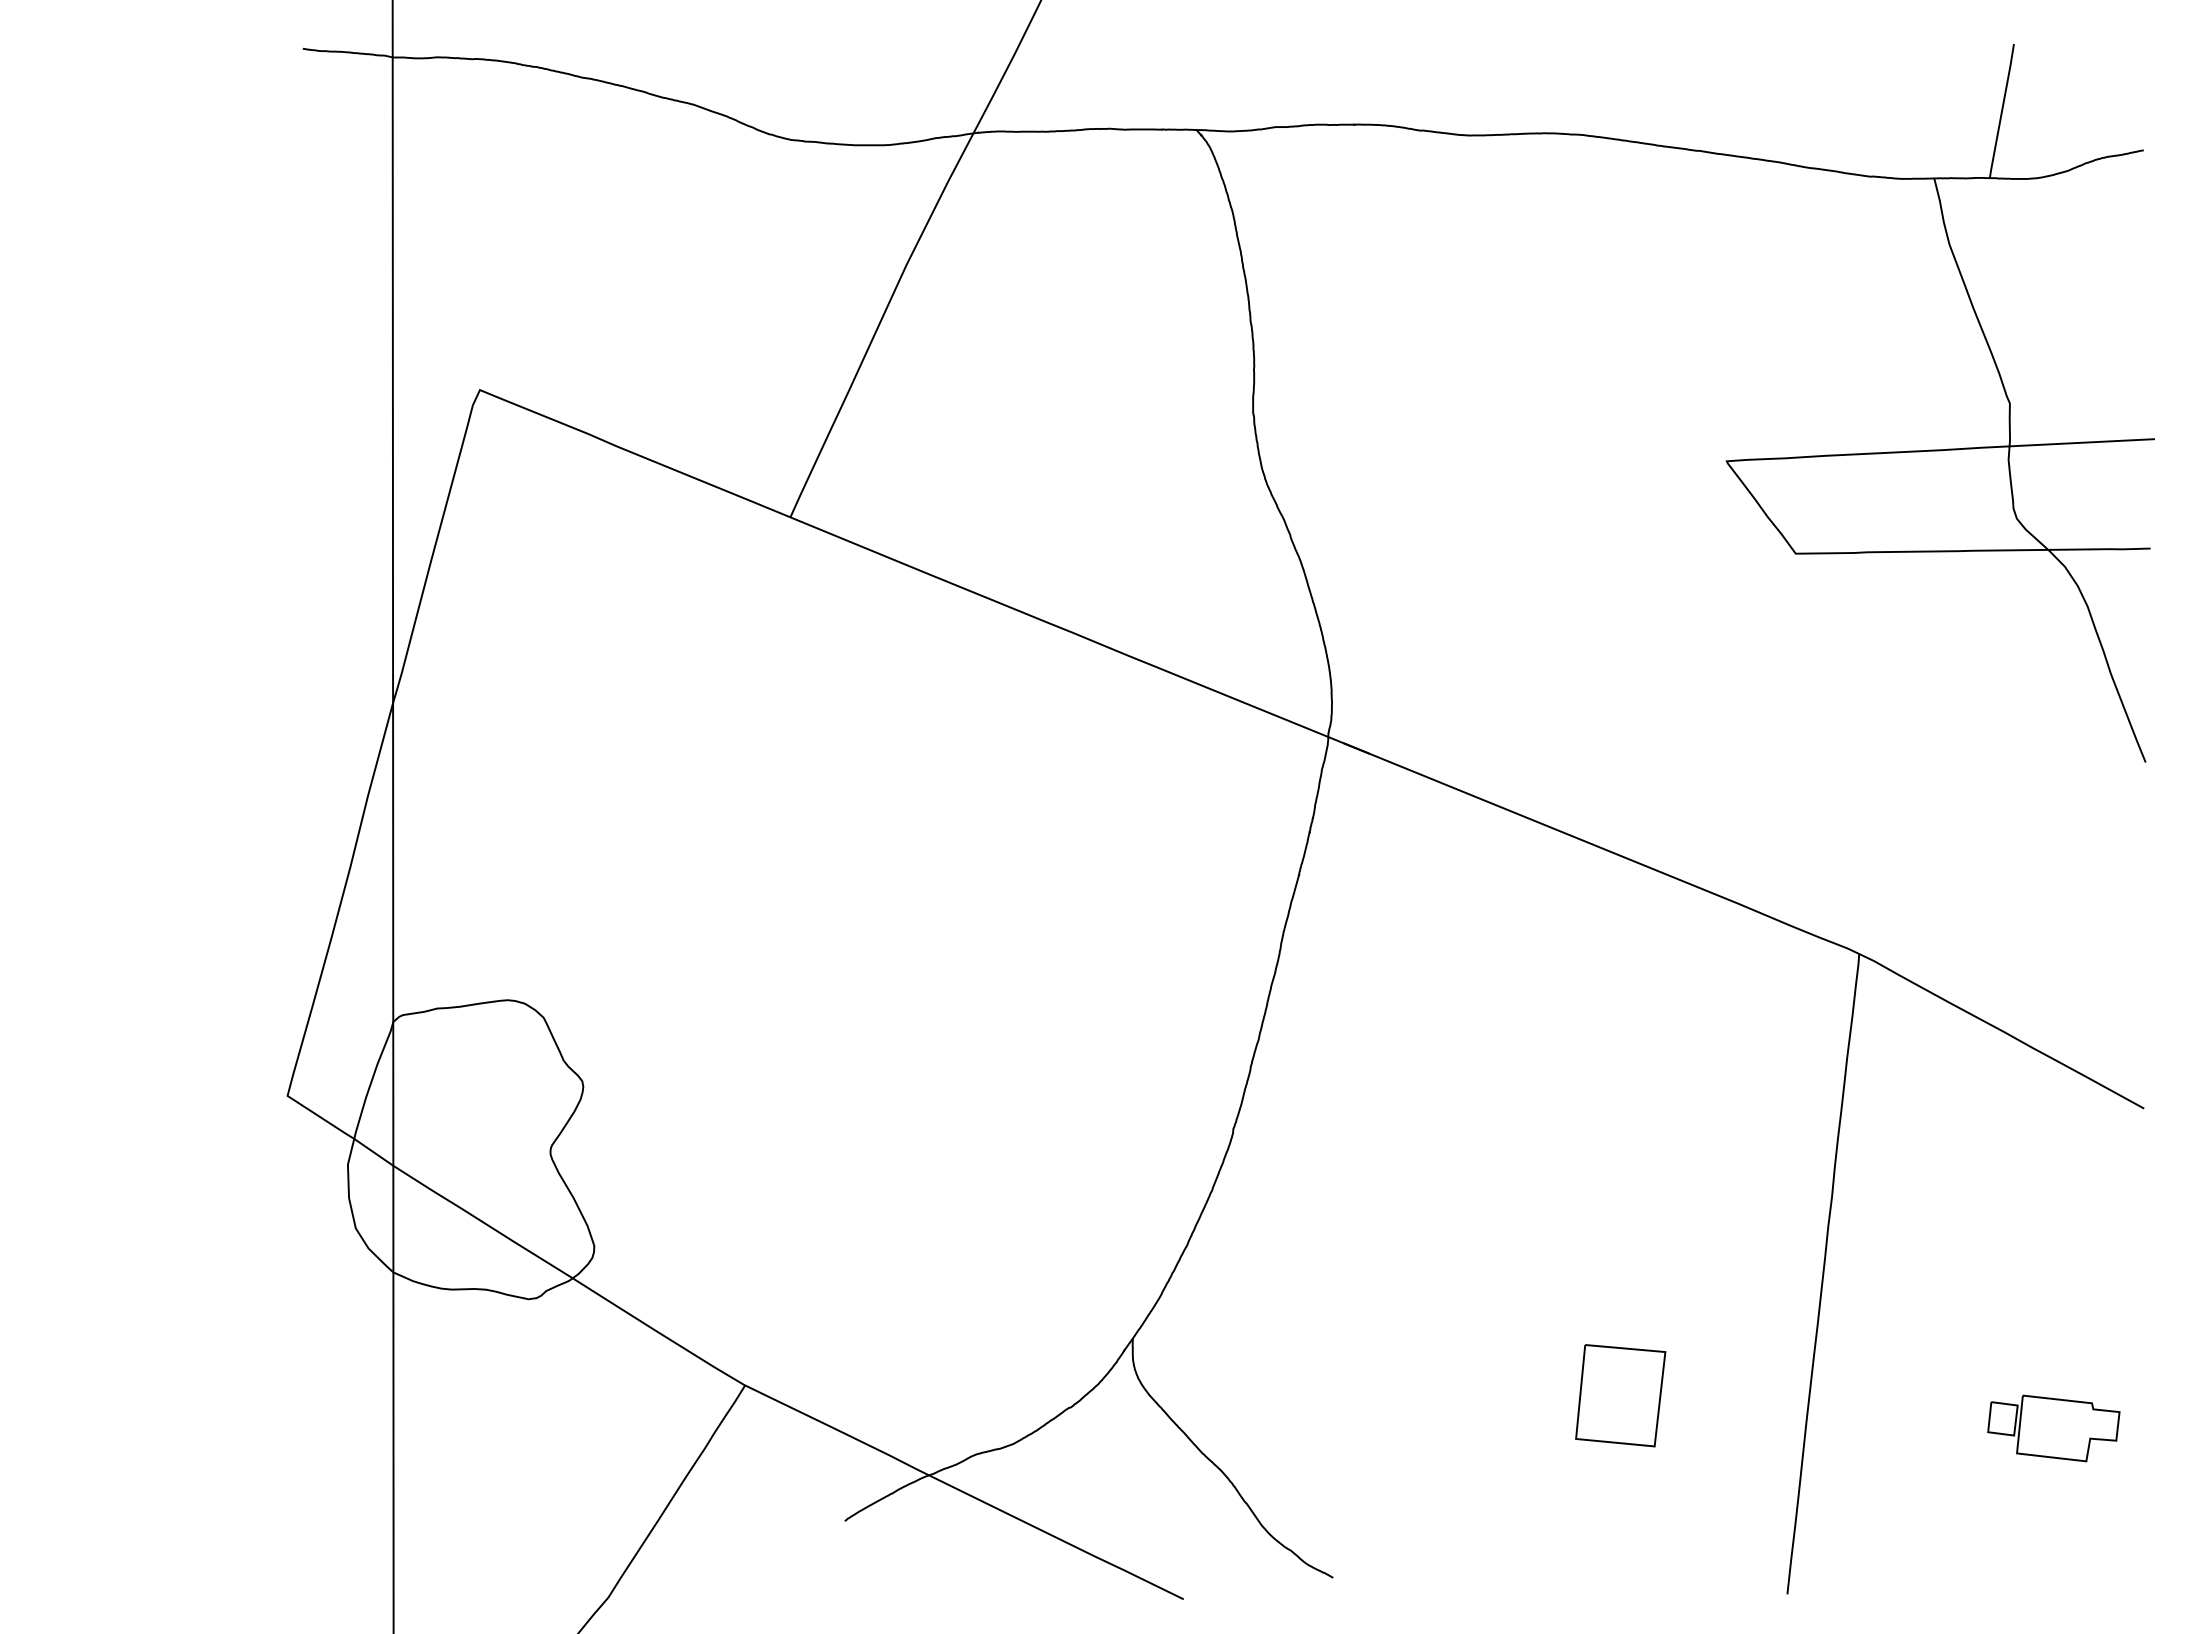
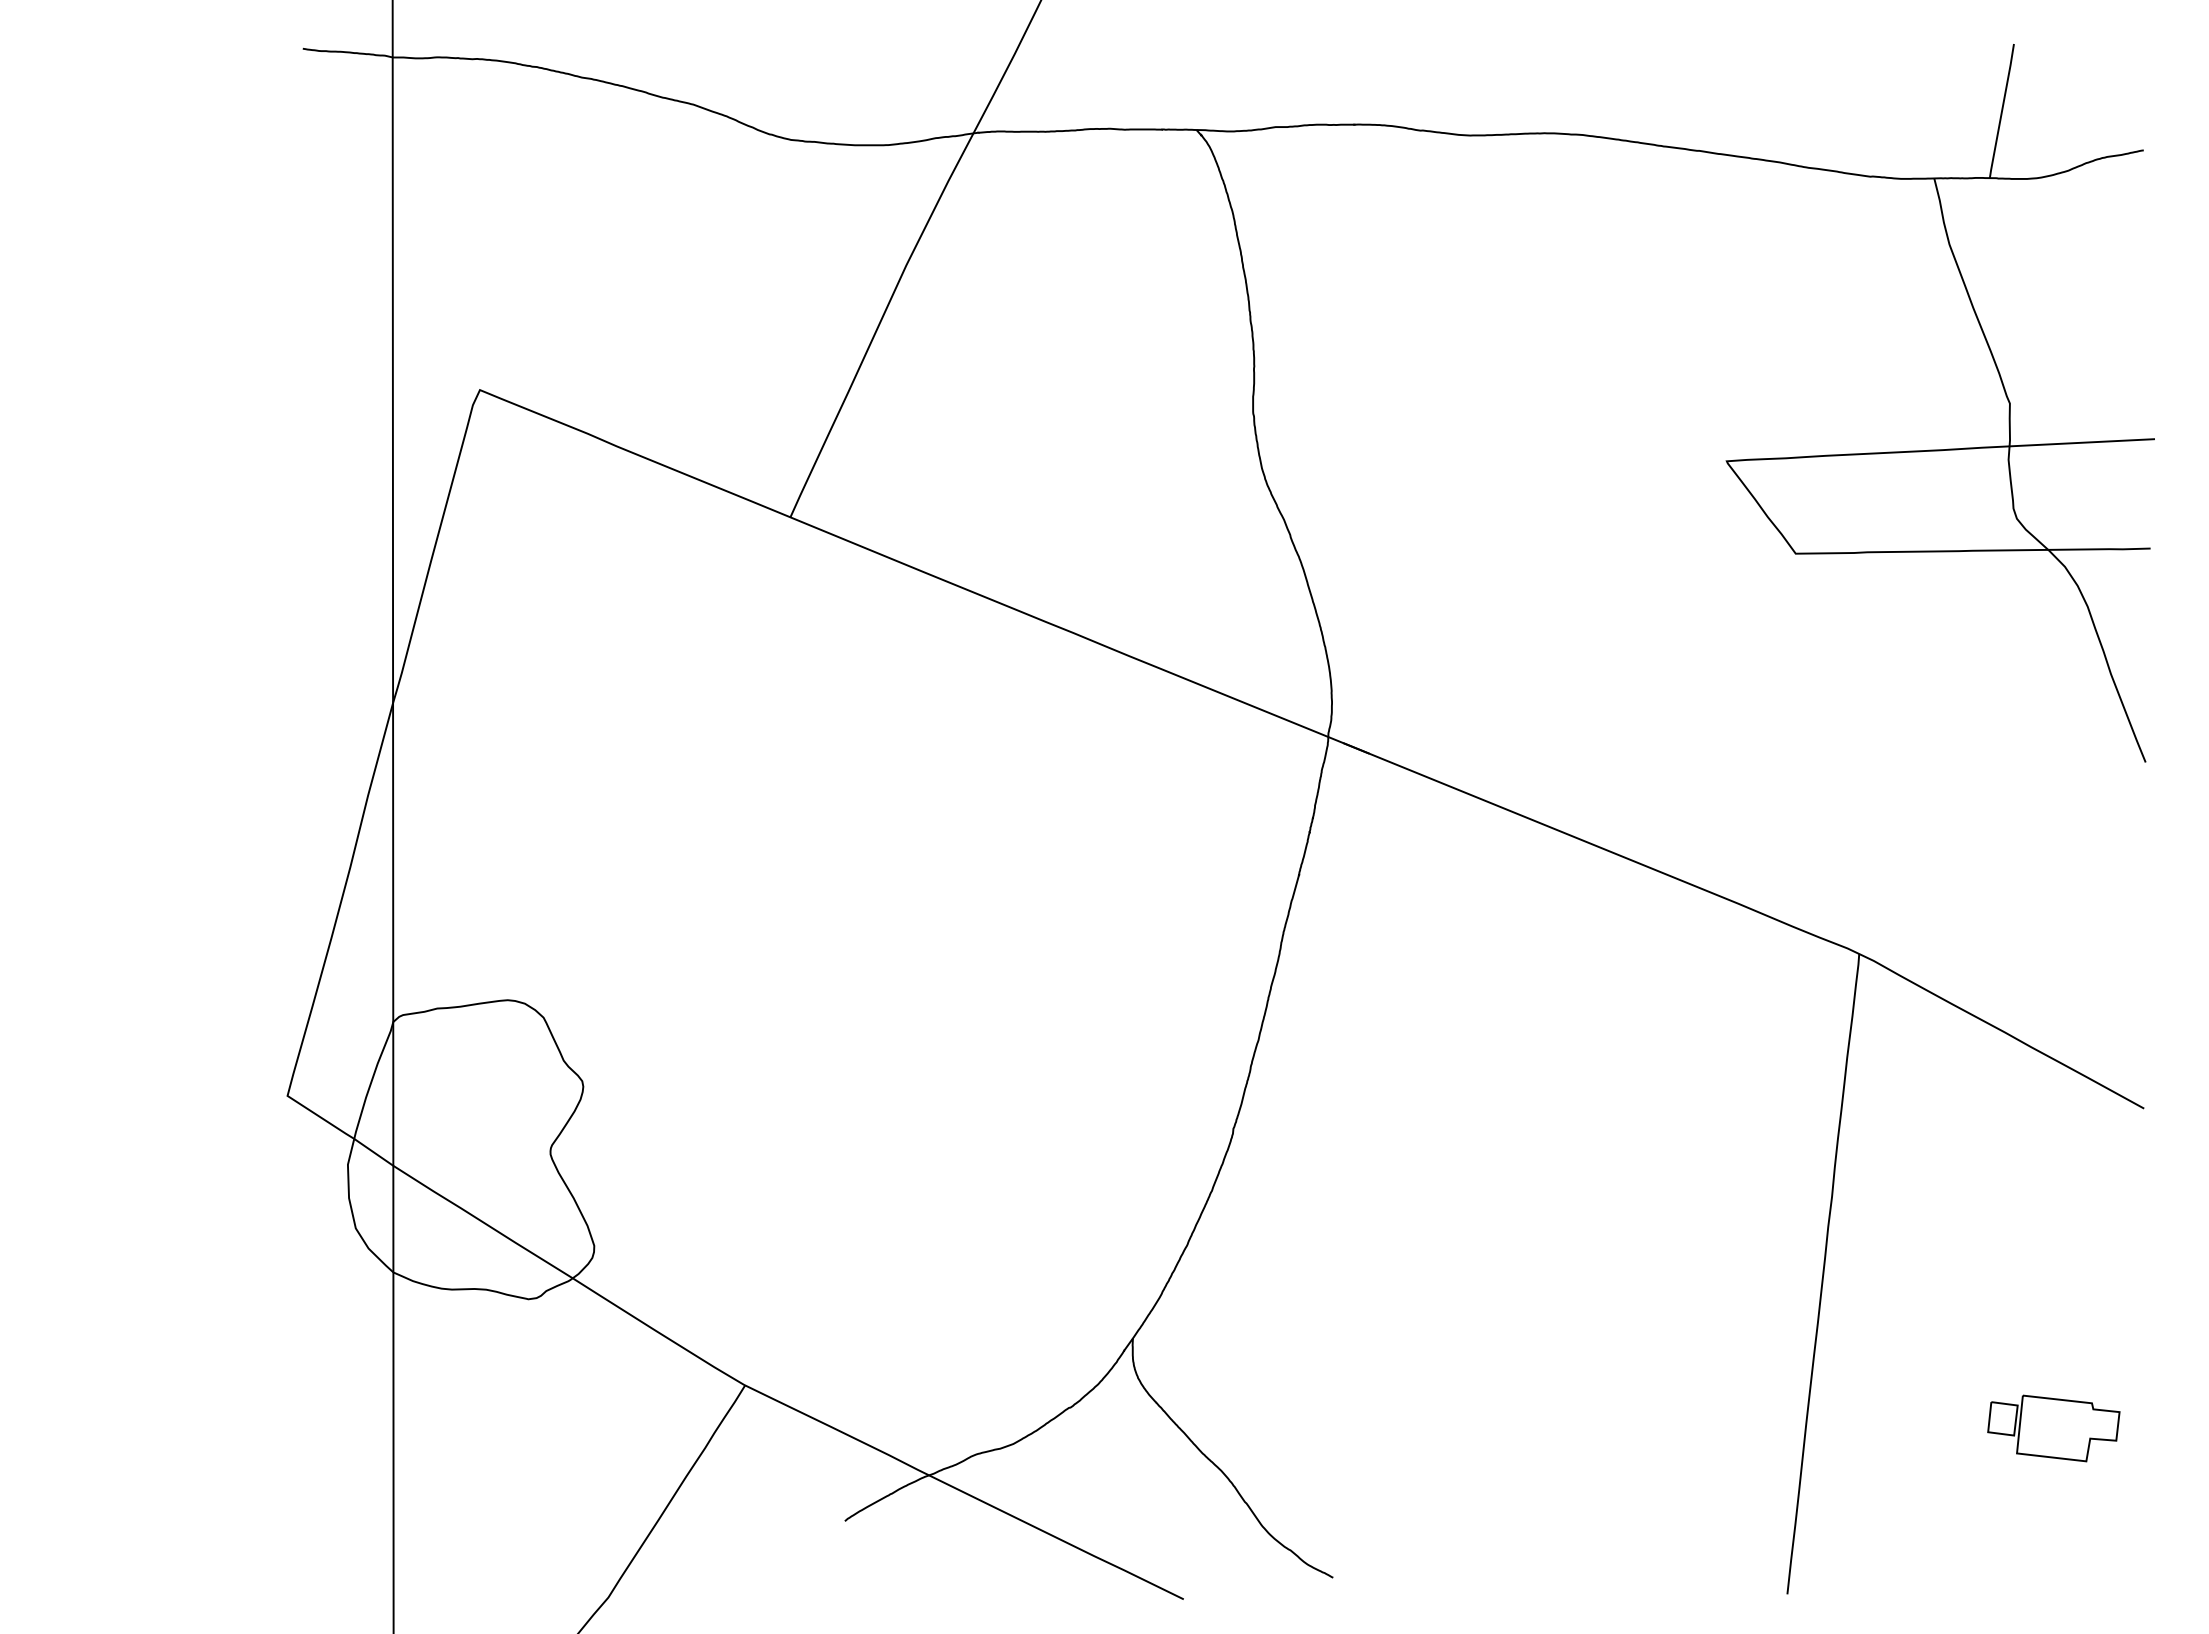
part at (1620, 1395): present -> none
